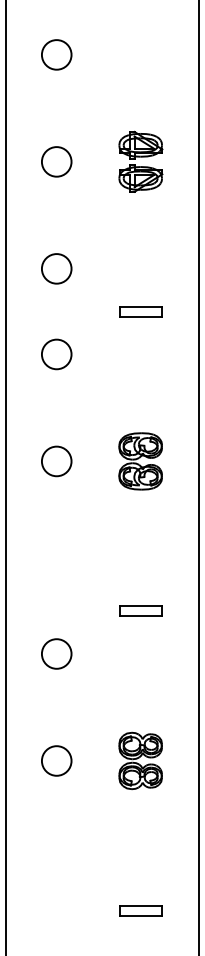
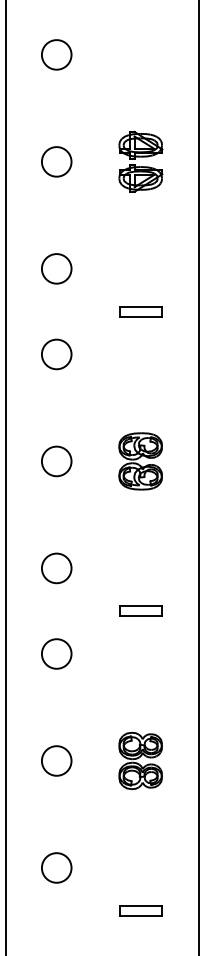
circle at (56, 568): none -> present
circle at (56, 867): none -> present
